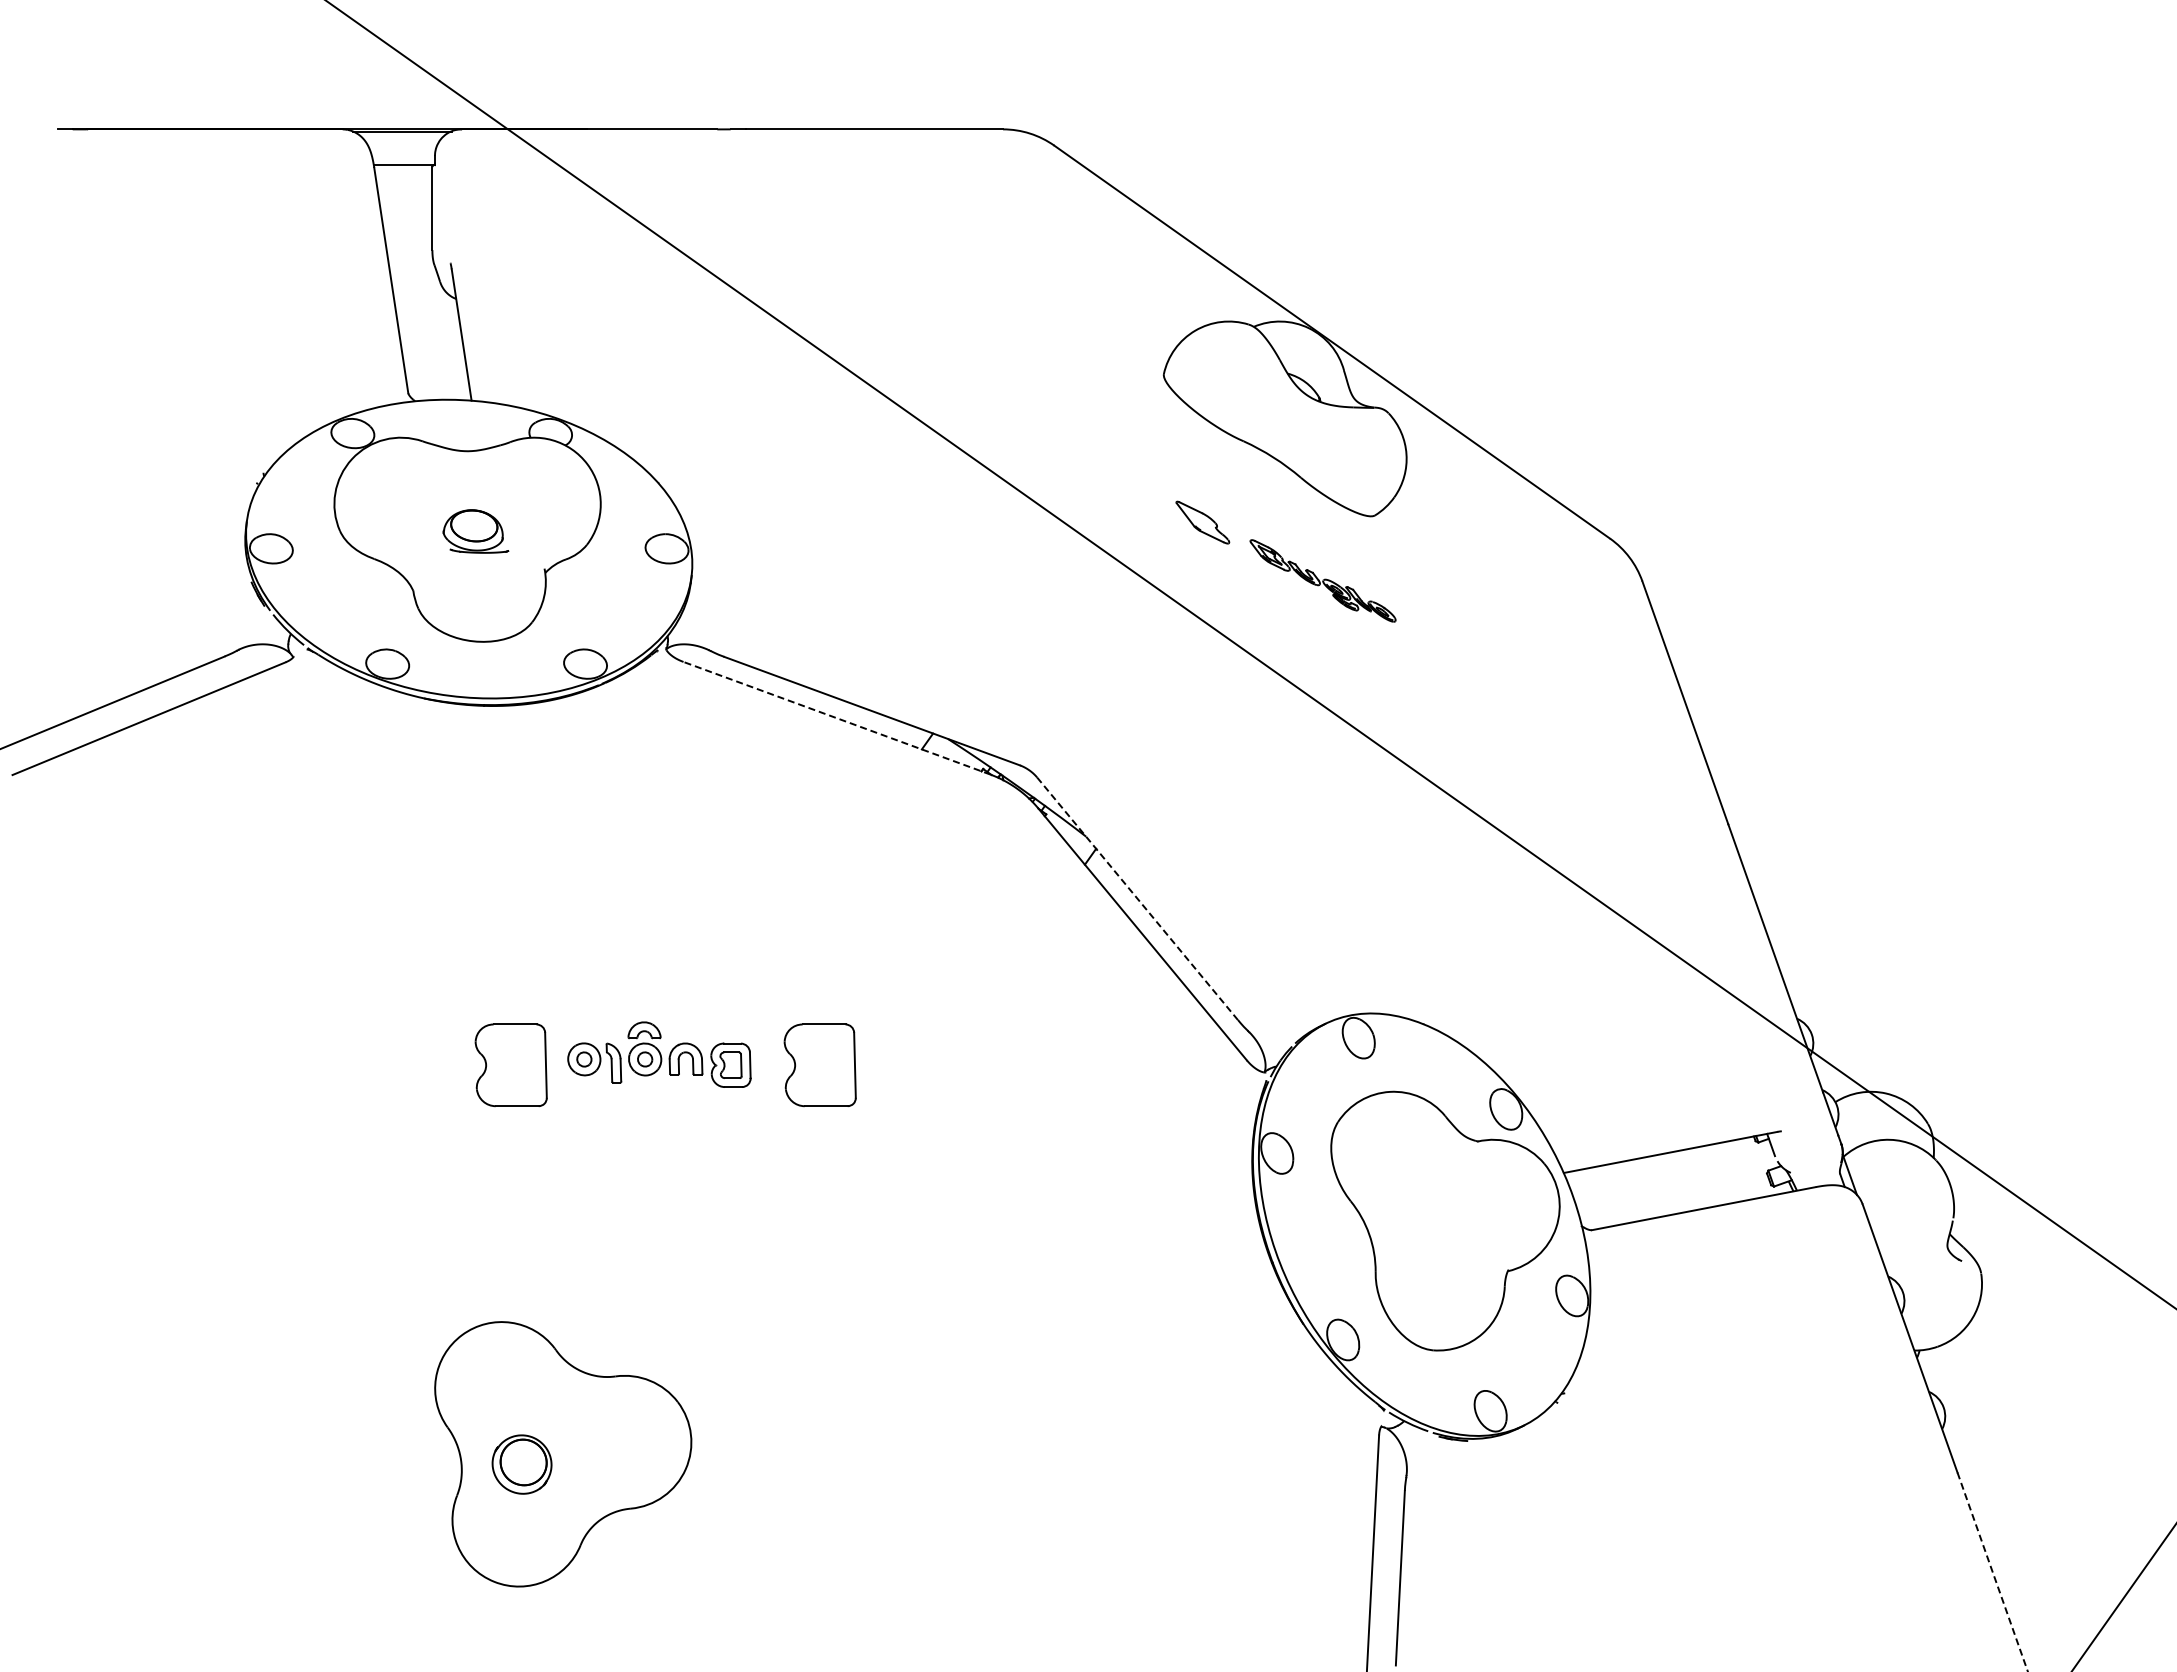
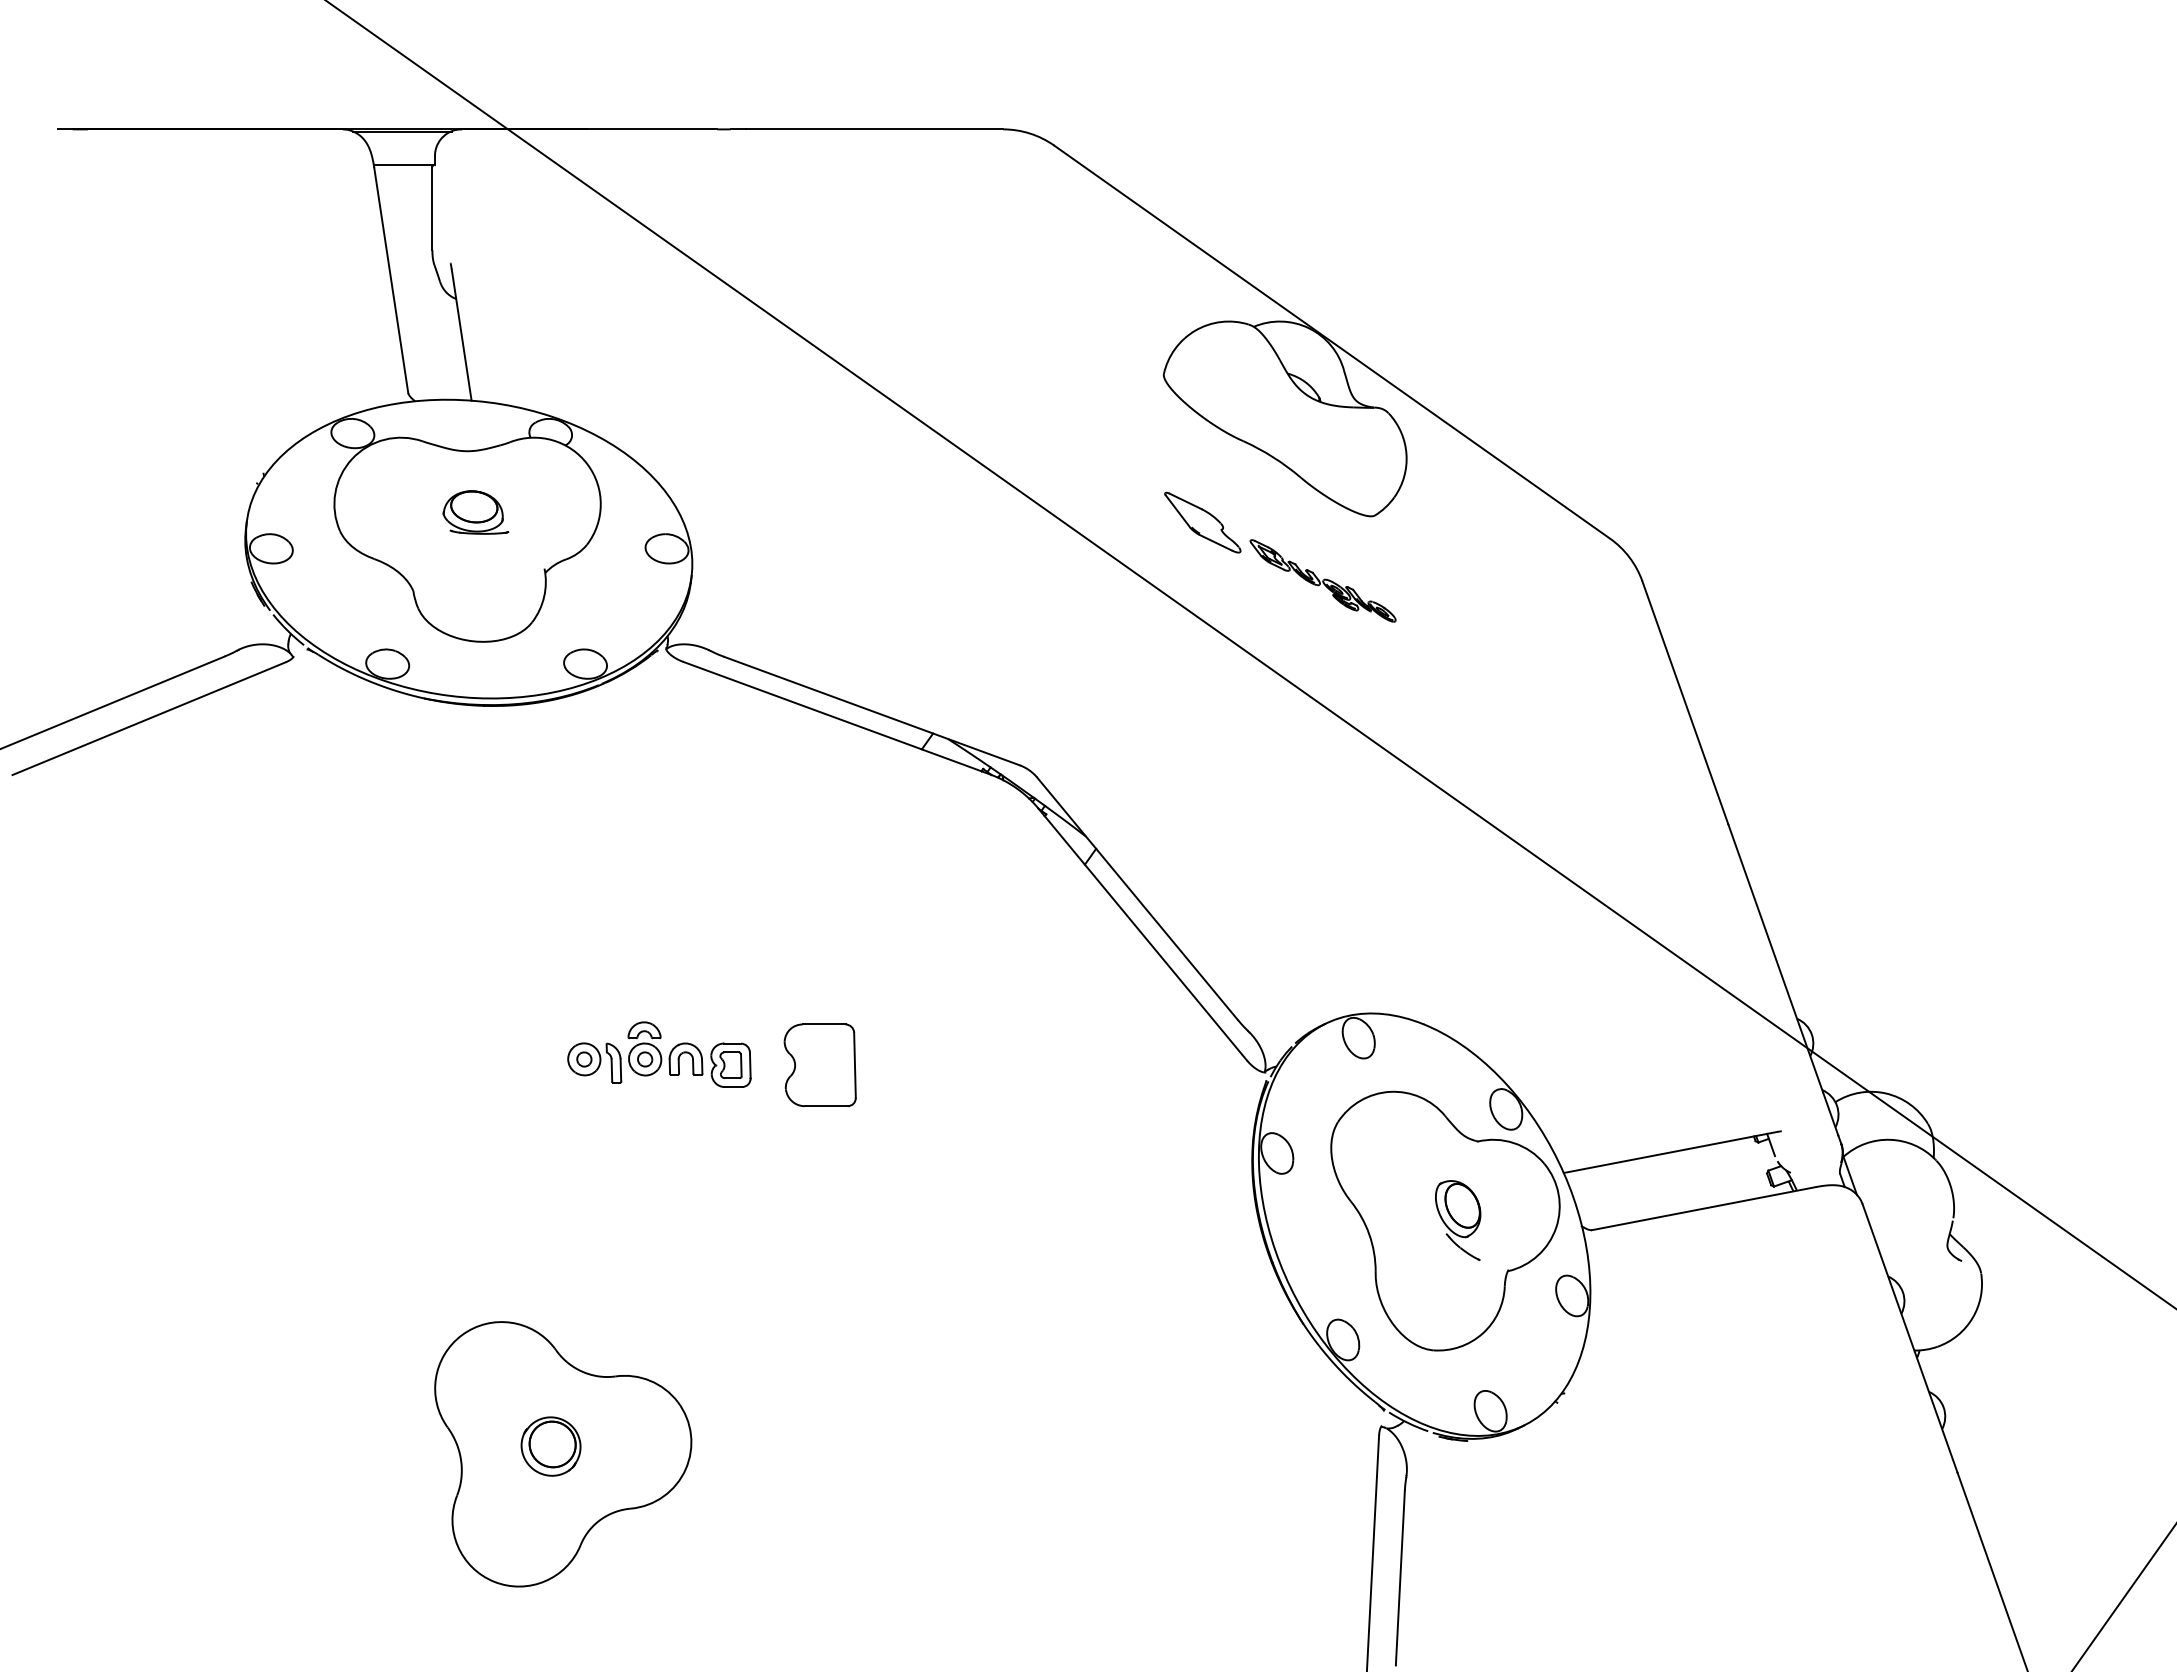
part at (1202, 522) size: 56x45 px -> 78x63 px
part at (475, 531) position: (475, 531) -> (475, 512)
line at (837, 718): dashed -> solid
line at (1137, 899): dashed -> solid
part at (510, 1065): present -> none
part at (1458, 1220): none -> present
part at (521, 1464) position: (521, 1464) -> (550, 1446)
line at (1992, 1572): dashed -> solid
